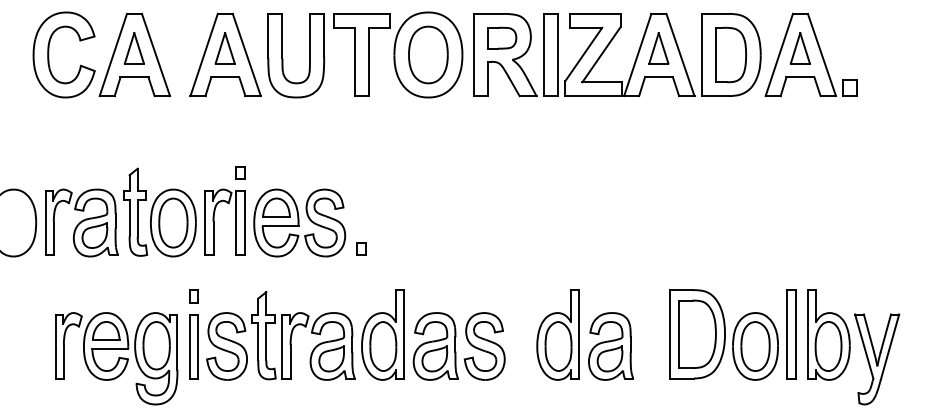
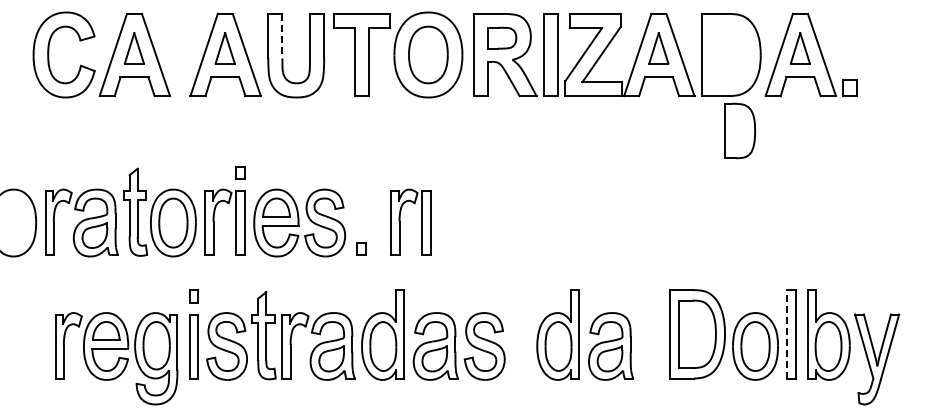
line at (282, 36): solid -> dashed
part at (730, 54) position: (730, 54) -> (739, 130)
part at (400, 221): none -> present
line at (787, 333): solid -> dashed
